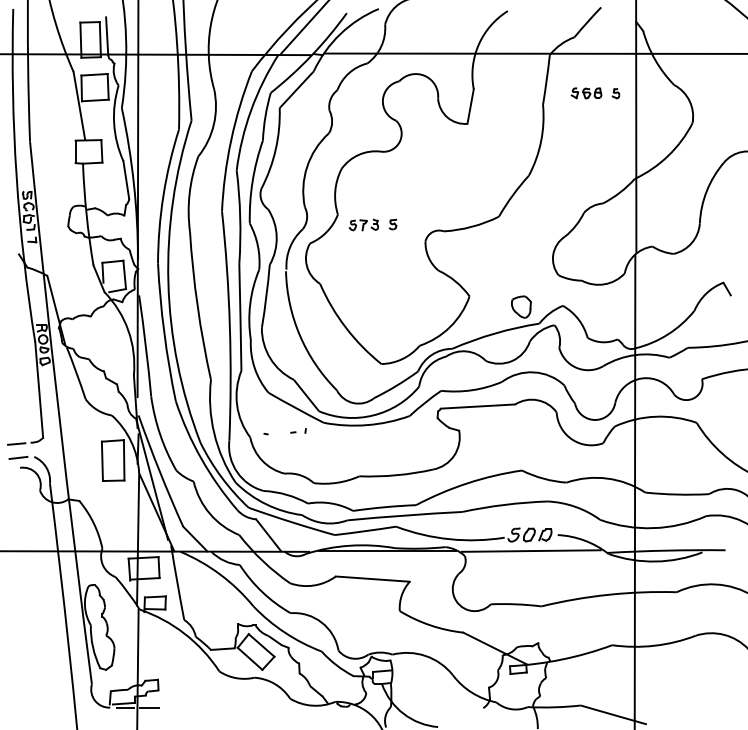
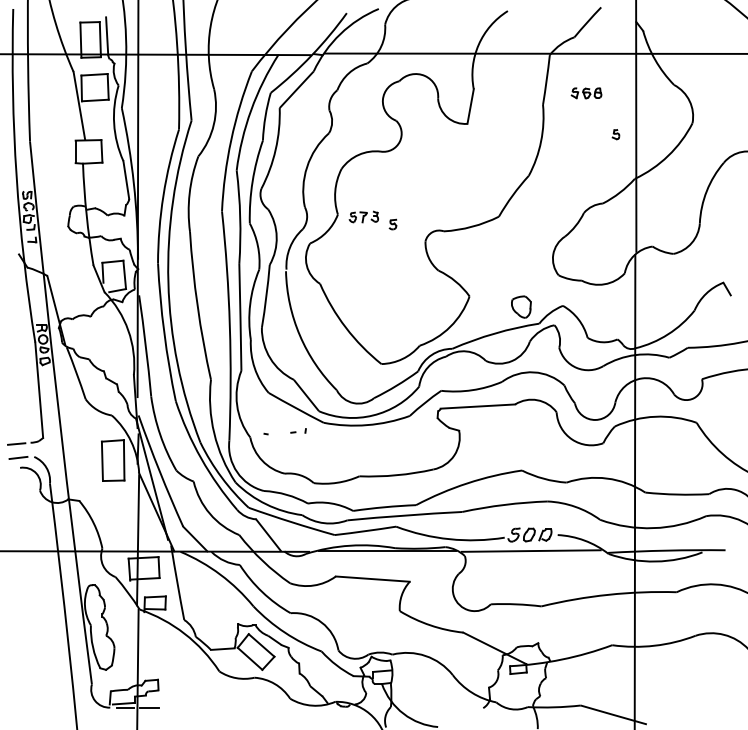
line at (304, 27): present -> none
part at (615, 93) position: (615, 93) -> (615, 134)
part at (363, 224) position: (363, 224) -> (363, 216)
